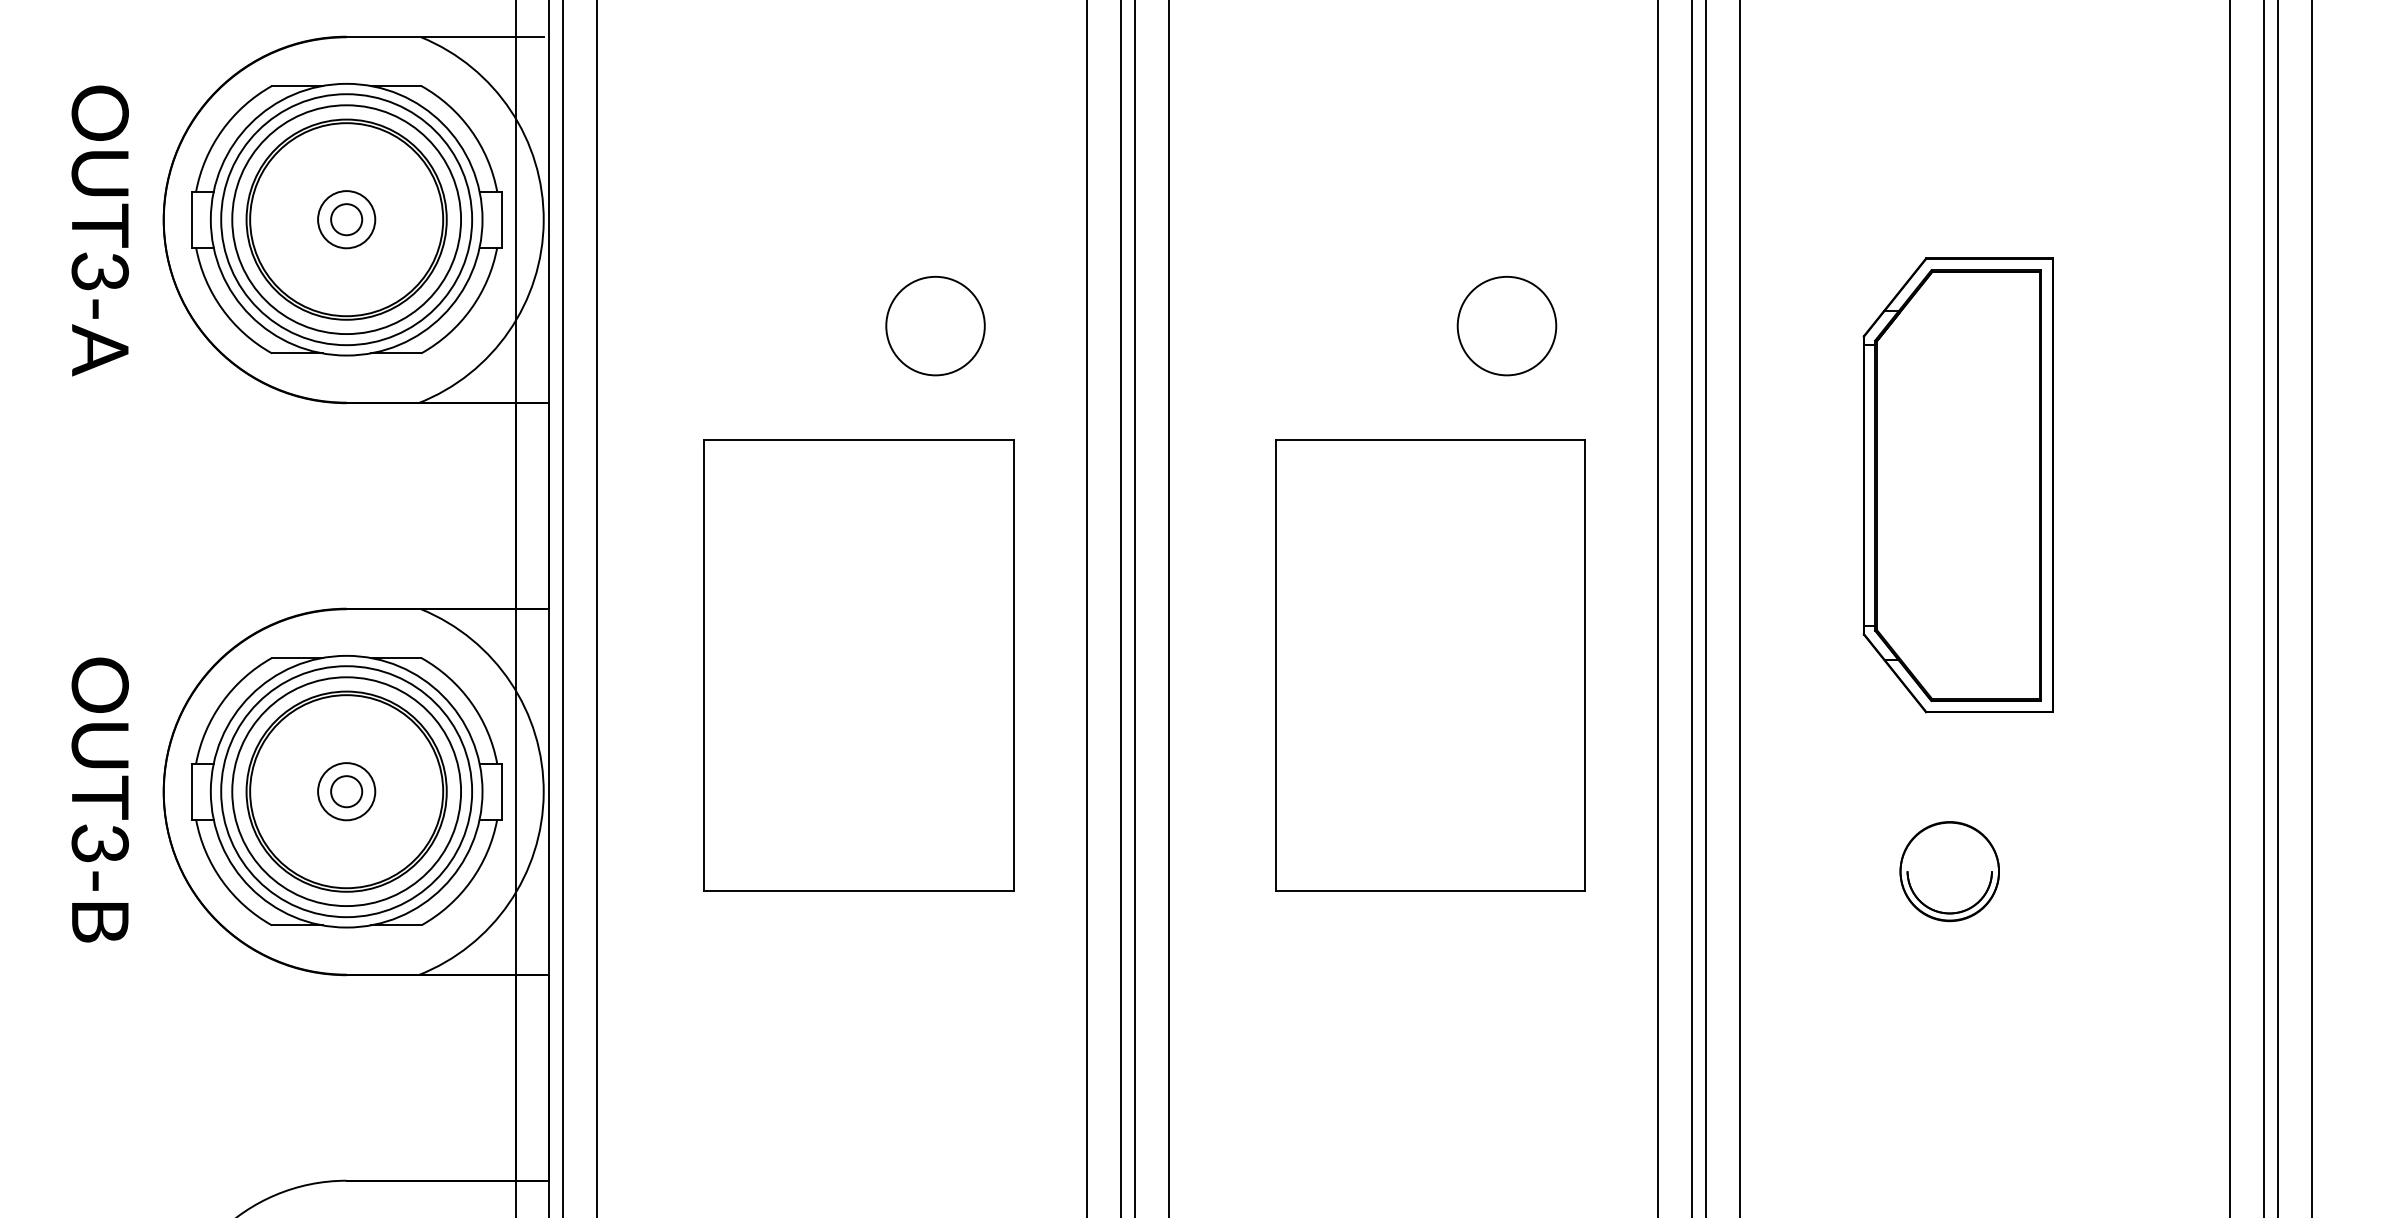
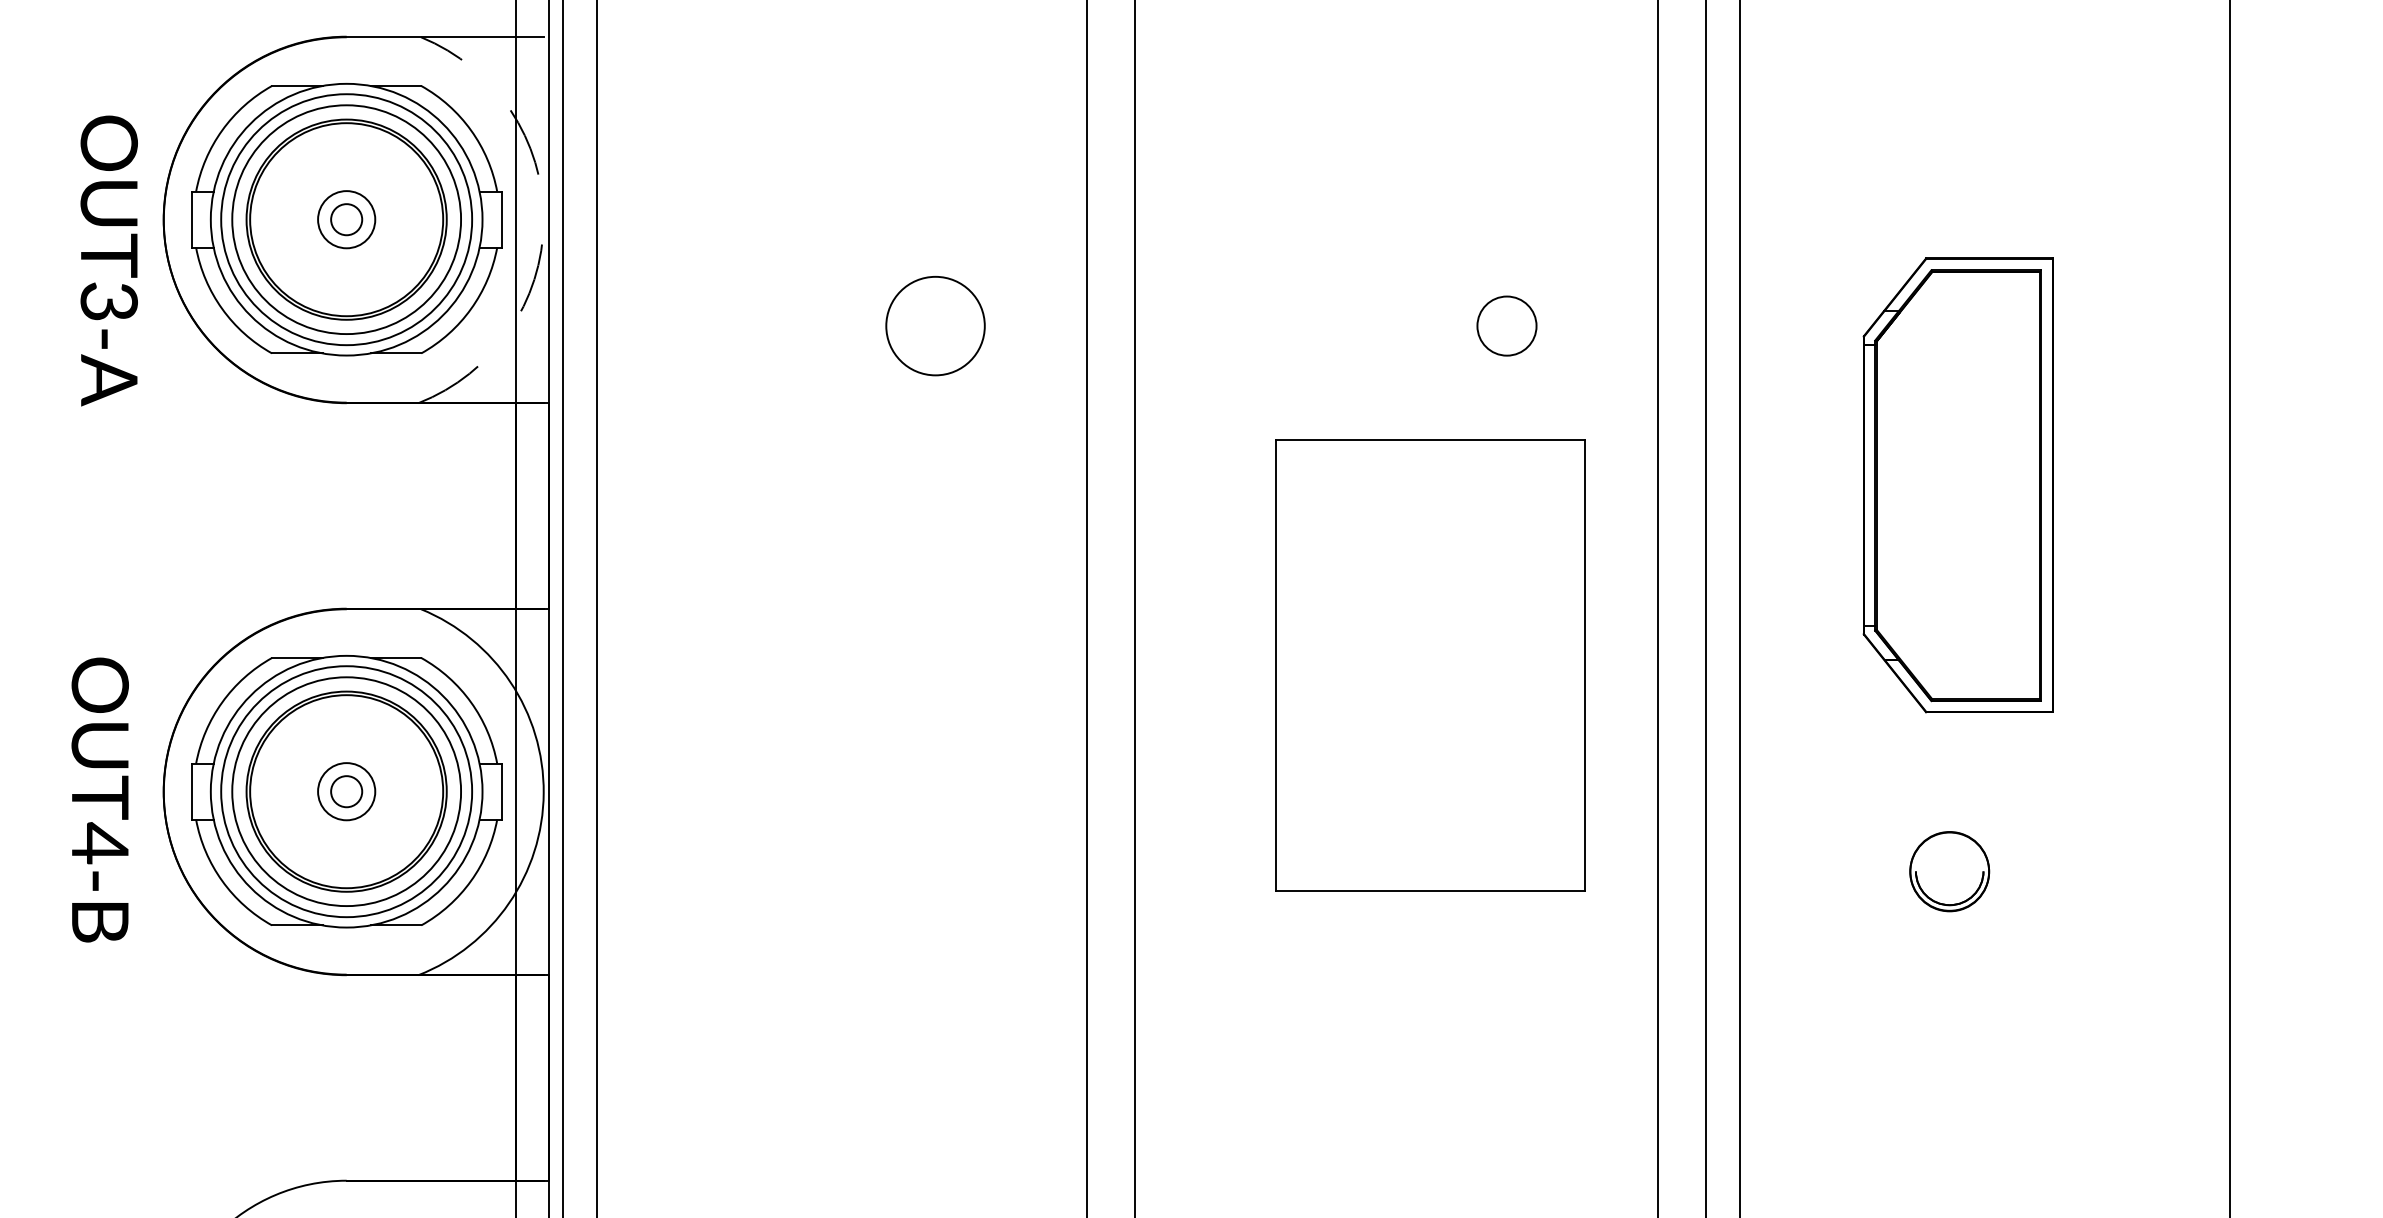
arc at (543, 221): solid -> dashed
text at (99, 230) position: (99, 230) -> (108, 260)
circle at (1506, 325) diameter: 99 px -> 59 px
line at (1120, 608): present -> none
line at (1168, 608): present -> none
line at (1692, 608): present -> none
line at (2263, 608): present -> none
line at (2277, 608): present -> none
line at (2311, 608): present -> none
part at (858, 665): present -> none
text at (99, 843): OUT3-B -> OUT4-B
part at (1949, 871) size: 101x102 px -> 82x82 px
